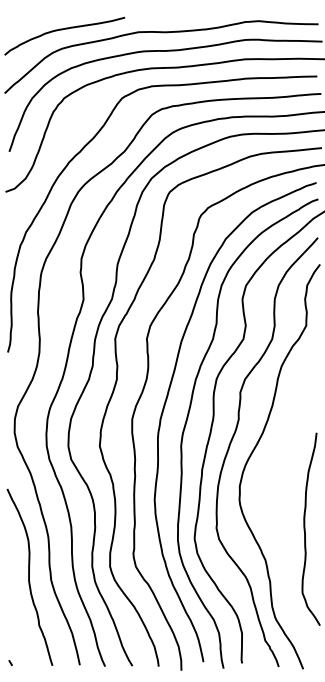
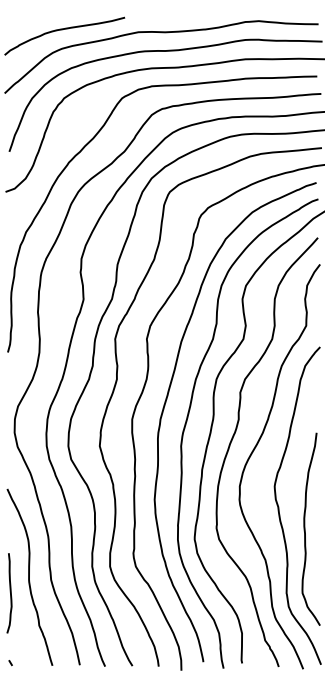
curve at (279, 506): none -> present
curve at (10, 593): none -> present
